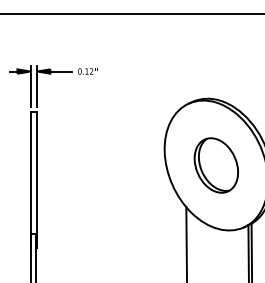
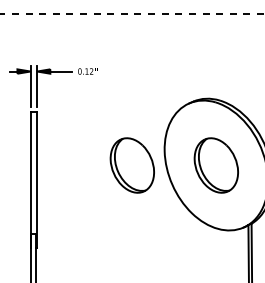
line at (132, 14): solid -> dashed
part at (131, 165): none -> present
line at (186, 243): present -> none
